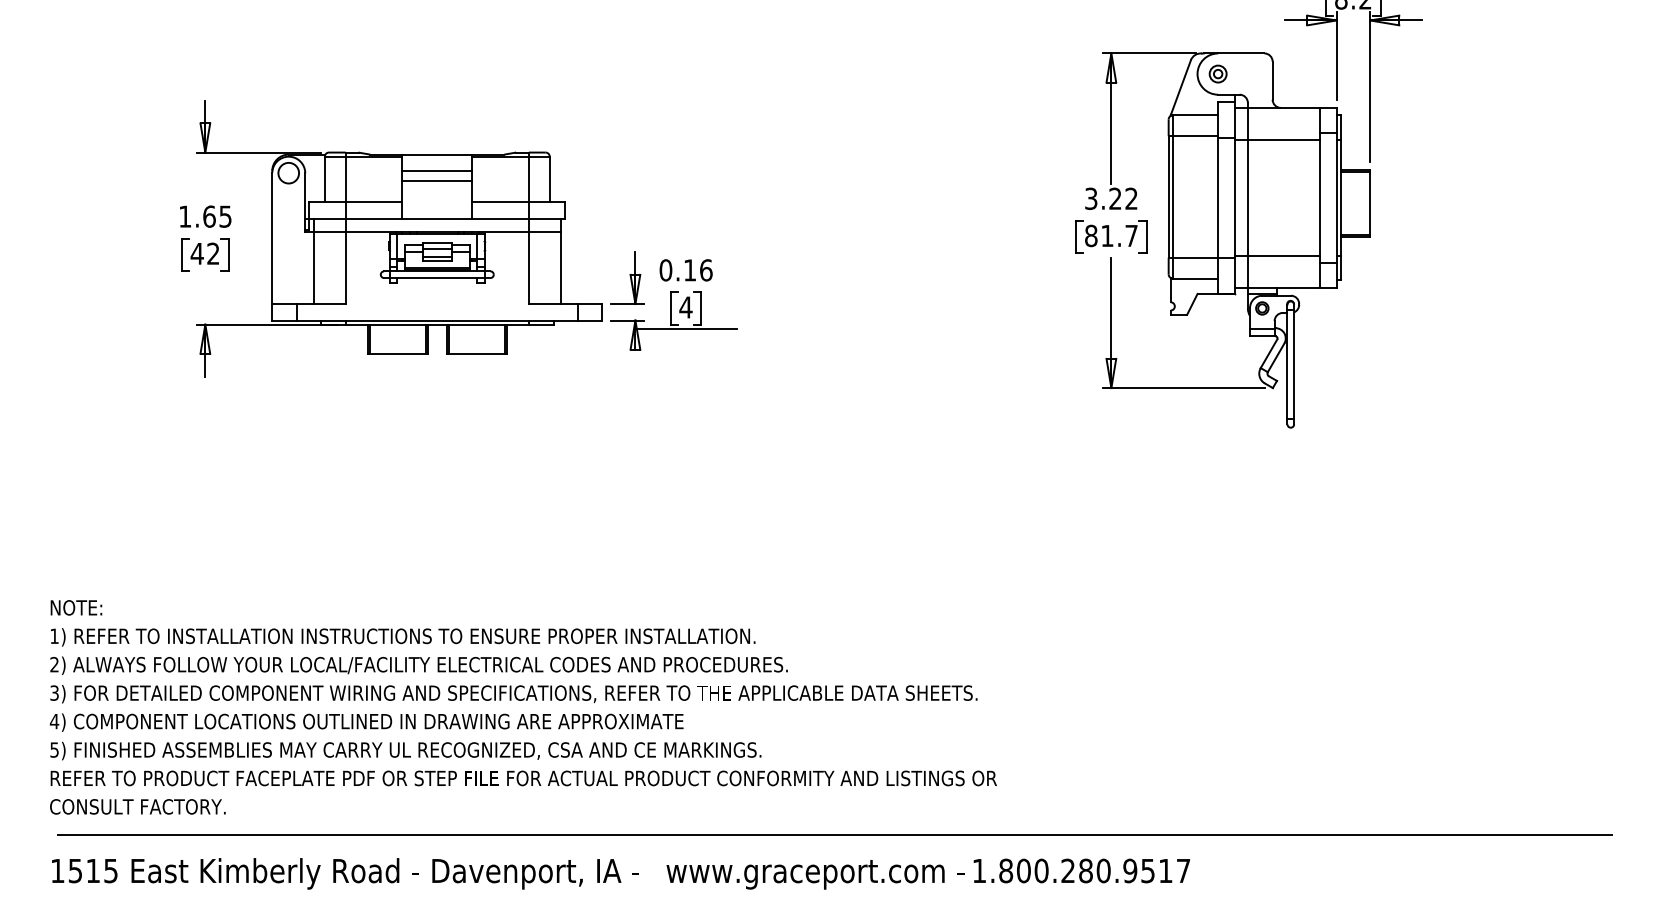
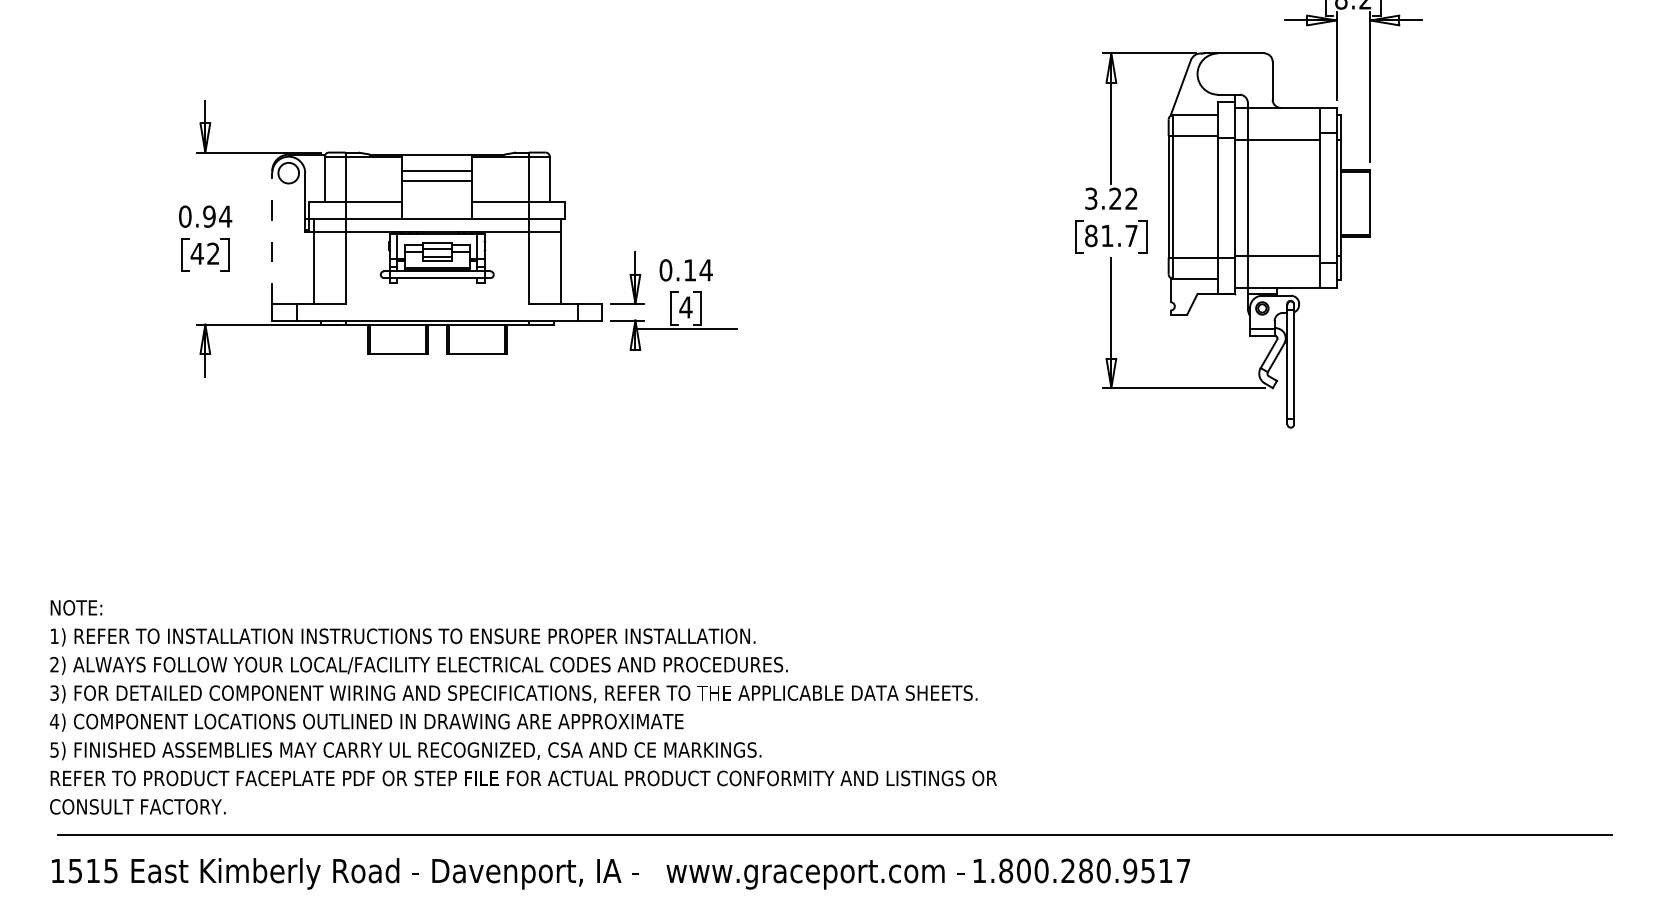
part at (1217, 73): present -> none
text at (205, 216): 1.65 -> 0.94
line at (272, 238): solid -> dashed
text at (705, 270): 0.16 -> 0.14
